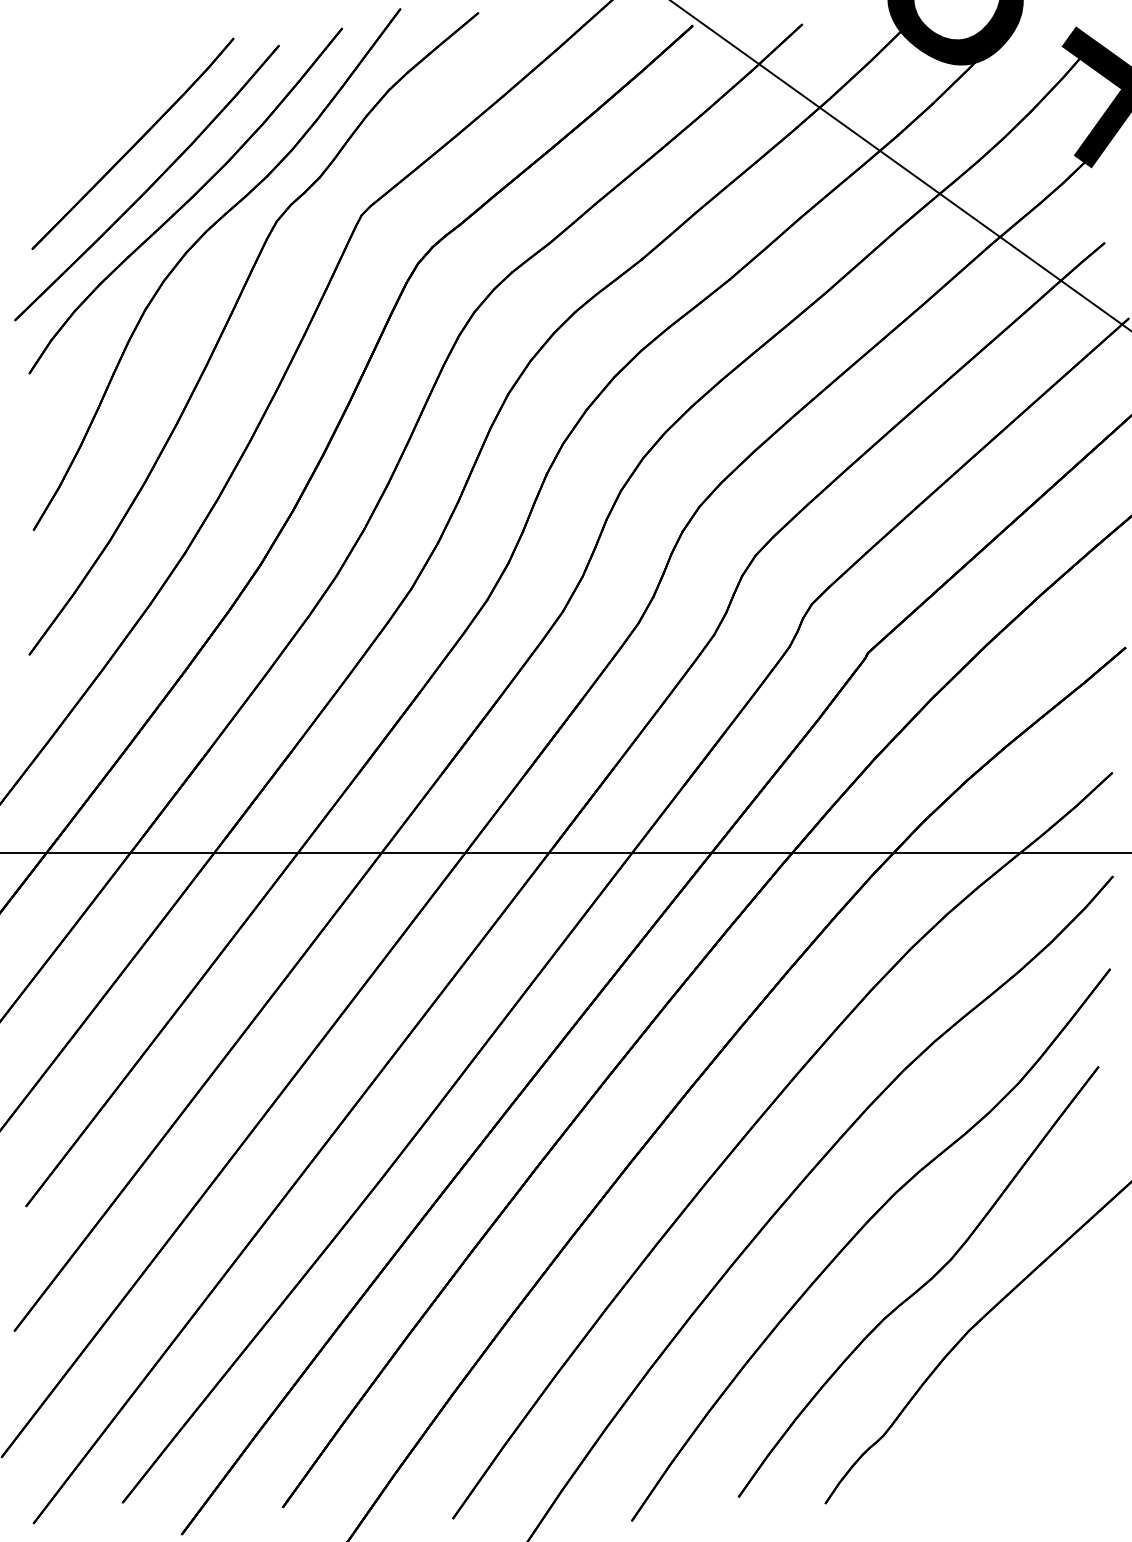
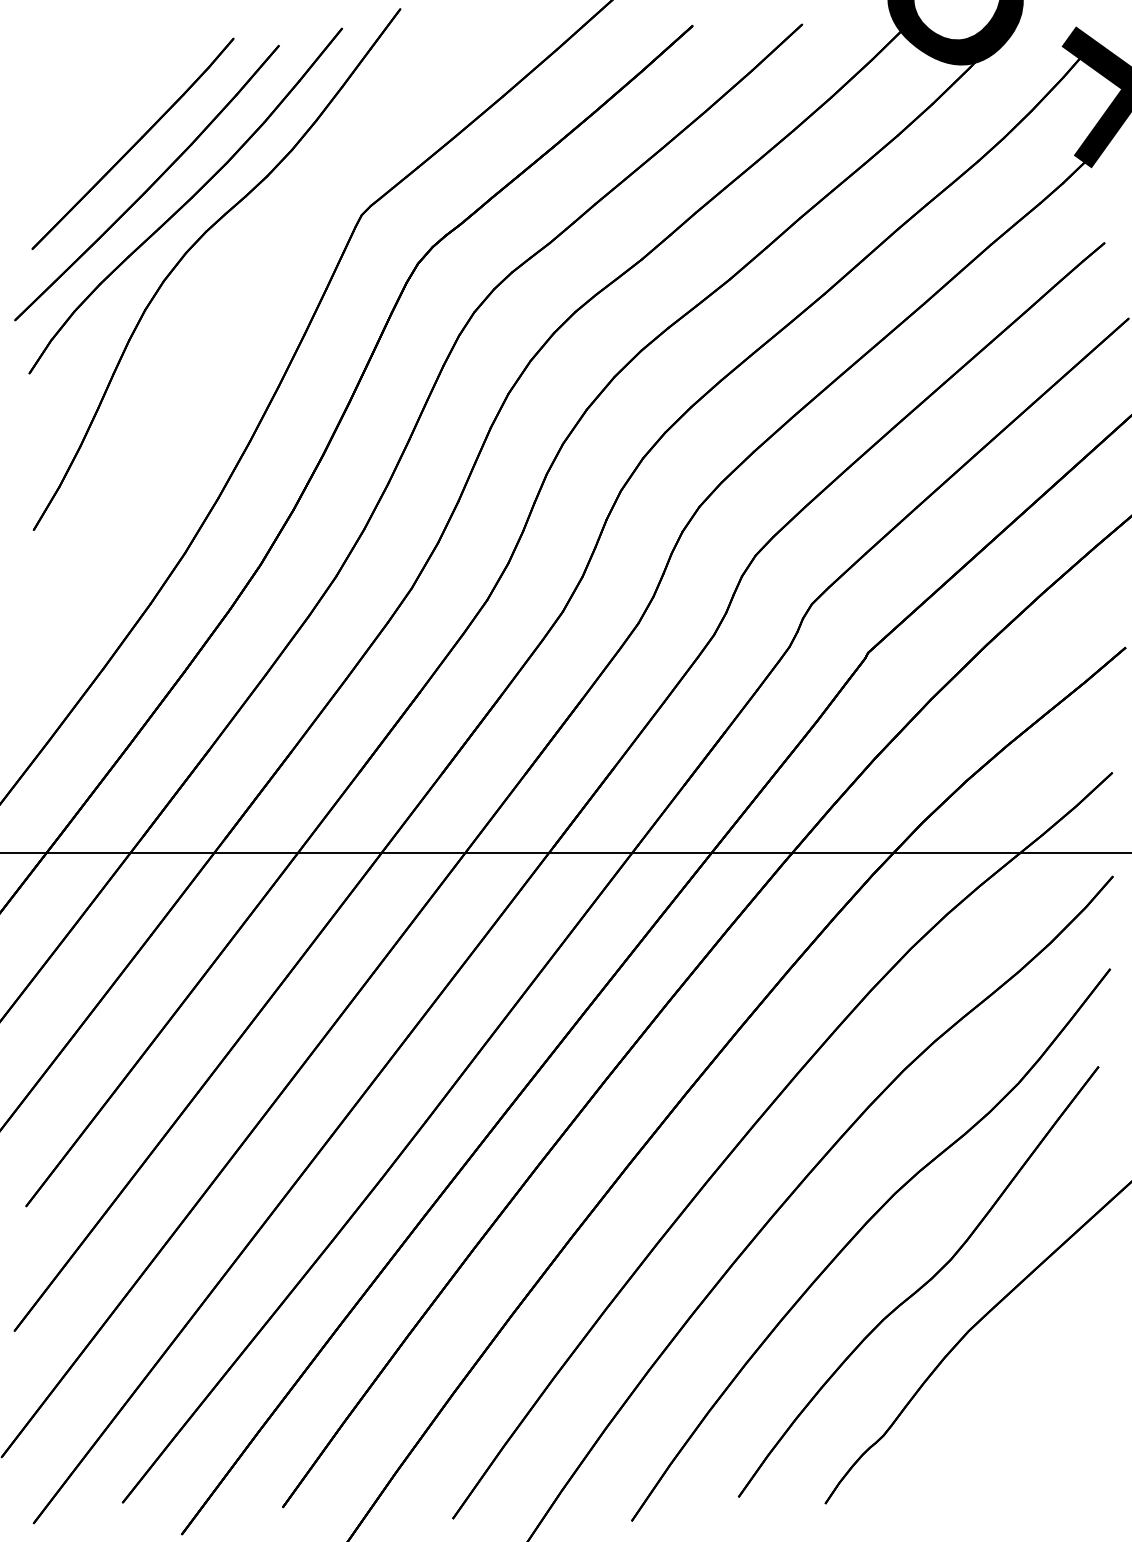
line at (900, 165): present -> none
part at (229, 320): present -> none
